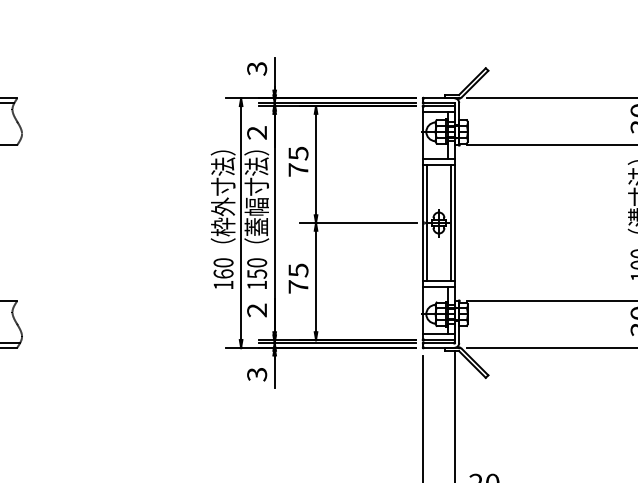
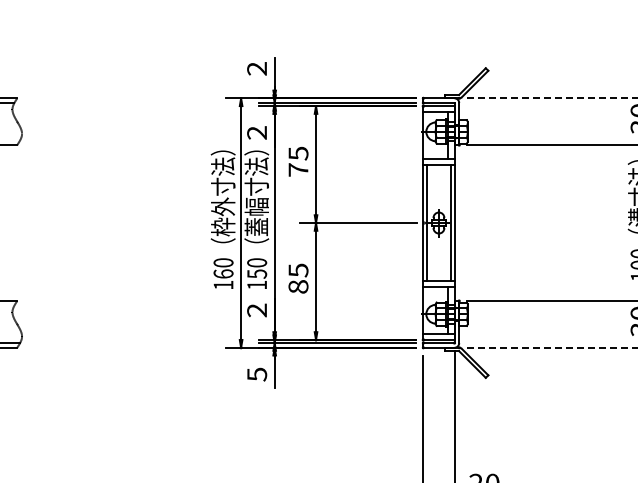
text at (257, 68): 3 -> 2
line at (552, 98): solid -> dashed
text at (298, 286): 75 -> 85
line at (552, 347): solid -> dashed
text at (256, 373): 3 -> 5
